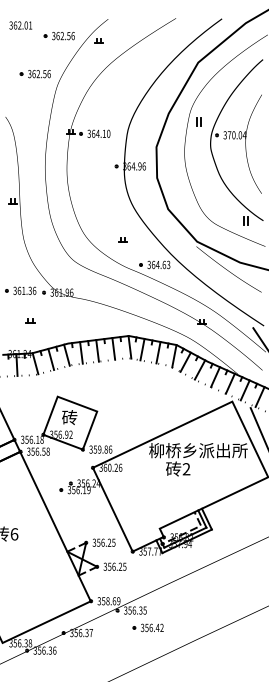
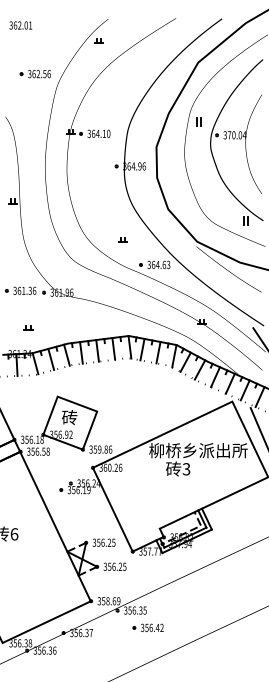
part at (58, 36): present -> none
part at (30, 320) position: (30, 320) -> (28, 327)
text at (186, 469): 2 -> 3
